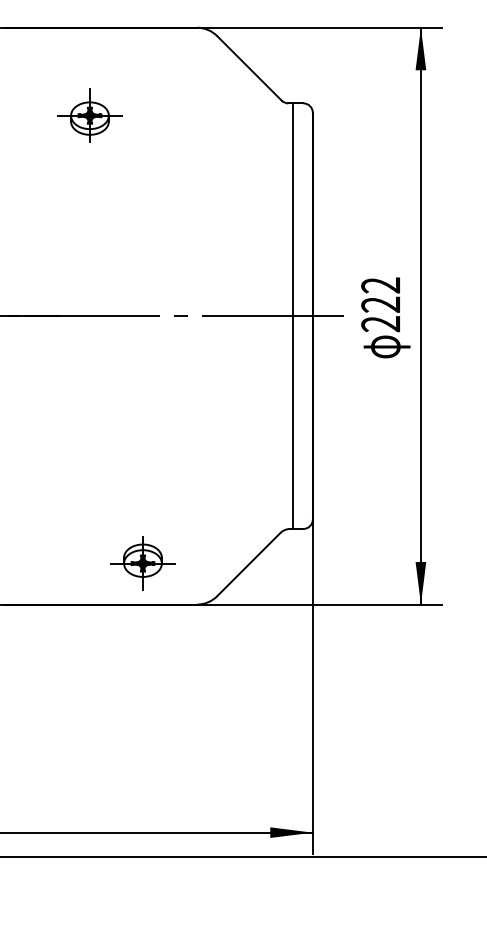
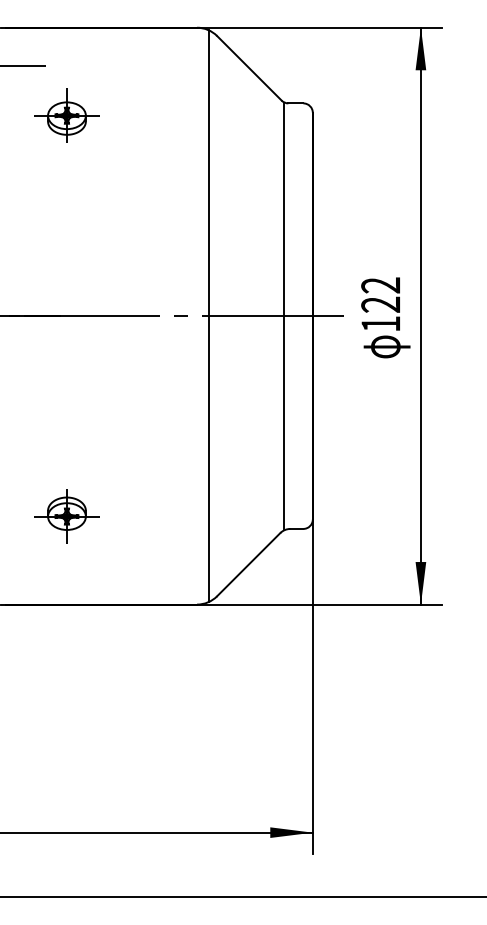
line at (23, 65): none -> present
part at (89, 115) position: (89, 115) -> (66, 115)
line at (293, 315) position: (293, 315) -> (284, 315)
line at (208, 316): none -> present
text at (380, 324): 222 -> 122
part at (142, 563) position: (142, 563) -> (66, 516)
line at (242, 857) position: (242, 857) -> (242, 897)
